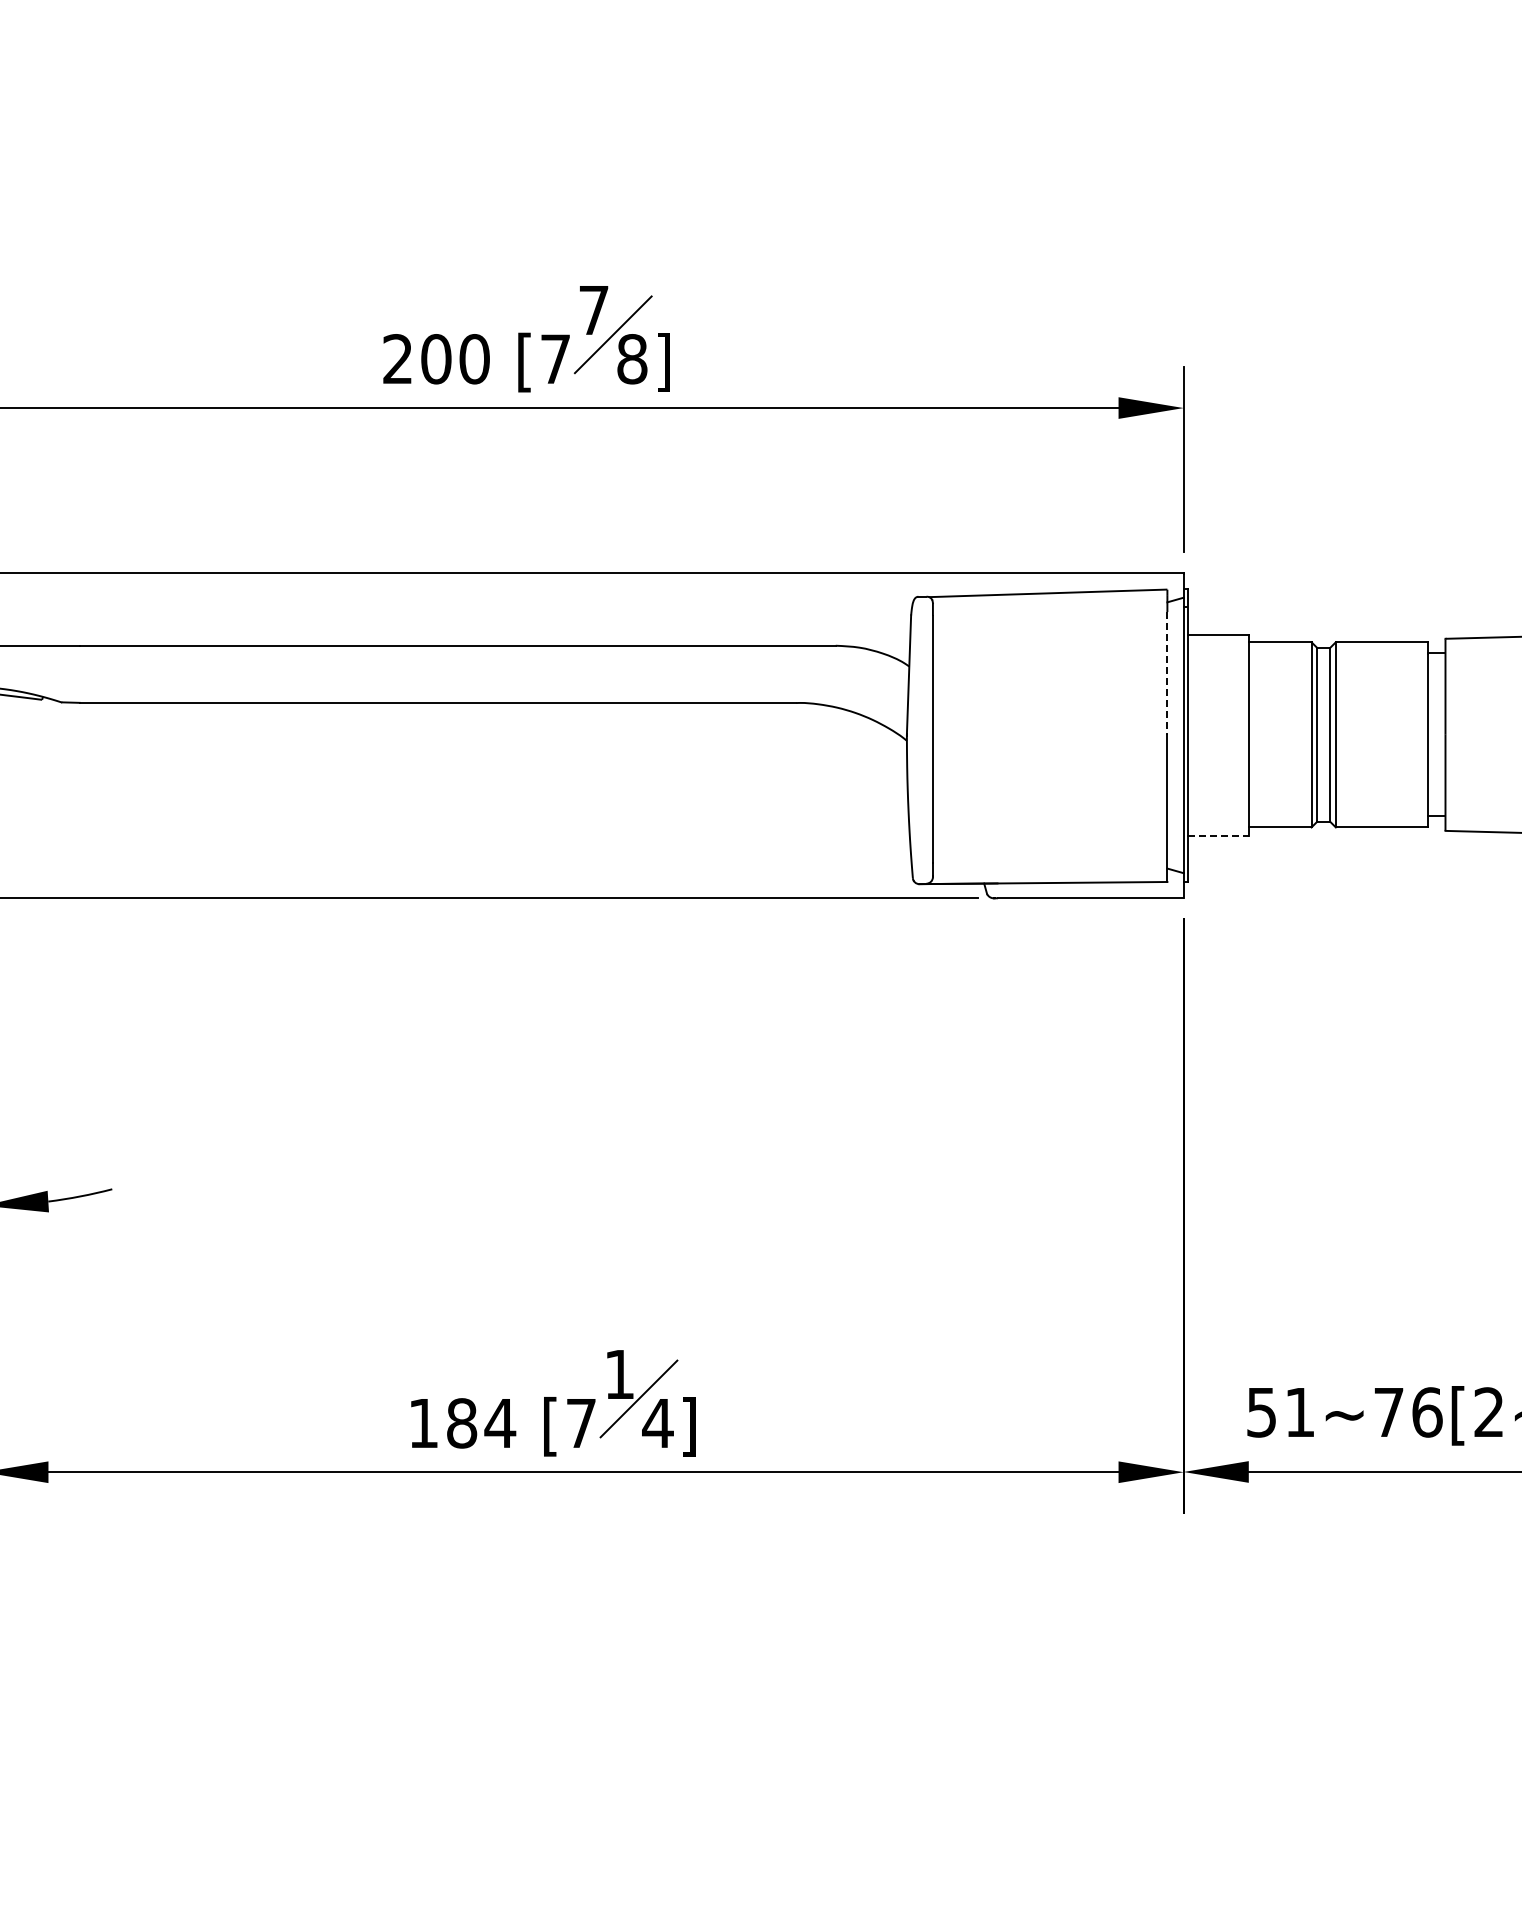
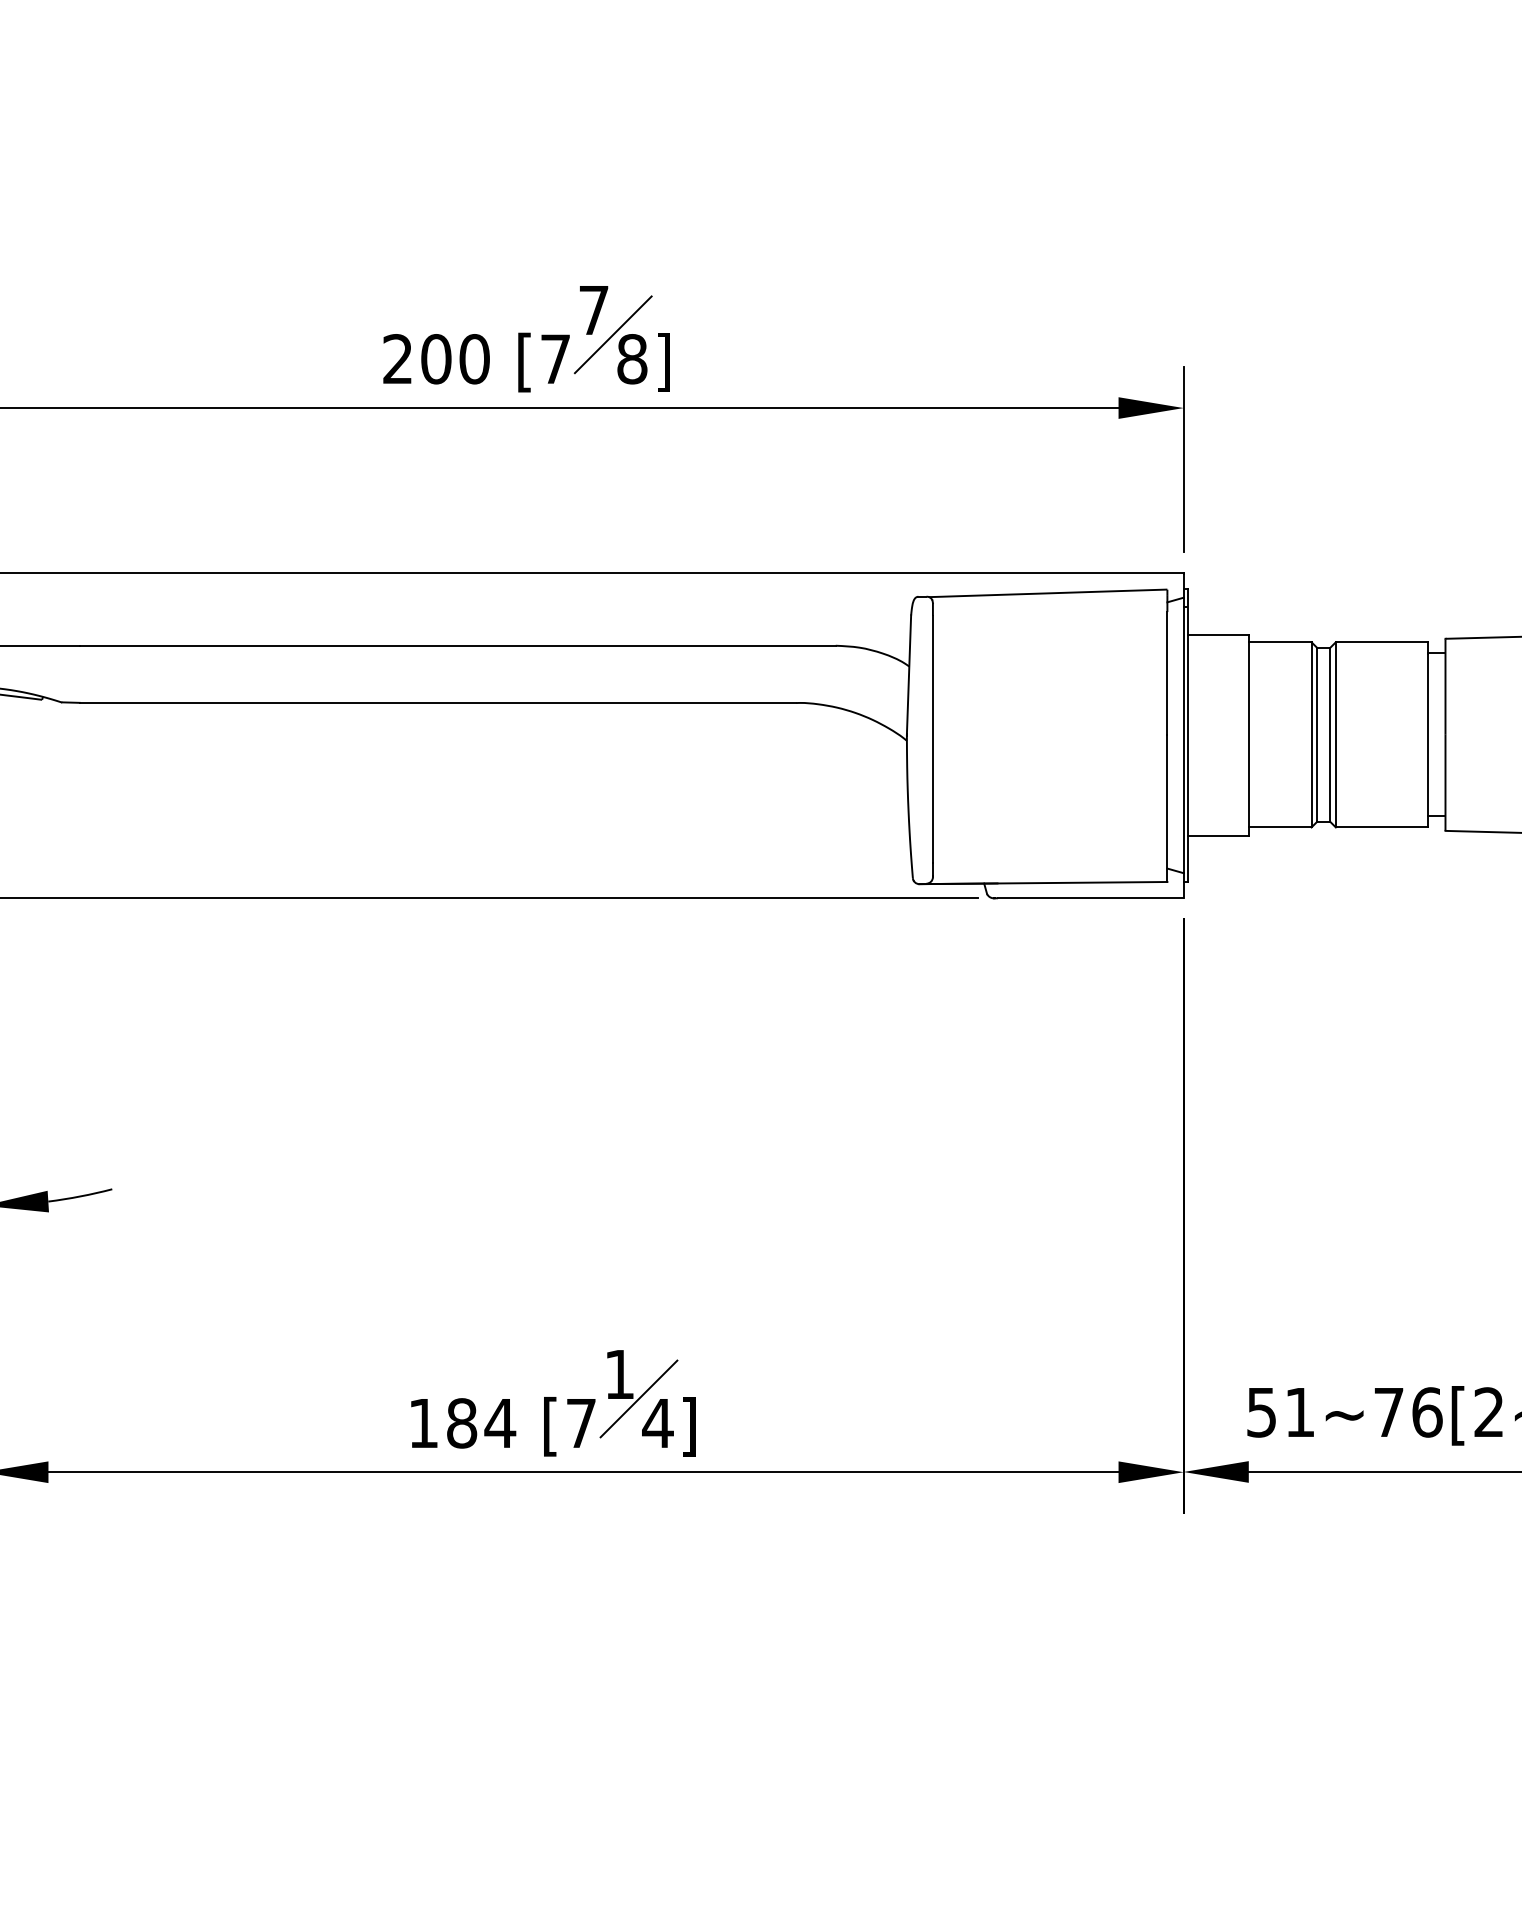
line at (1167, 674): dashed -> solid
line at (1218, 836): dashed -> solid
